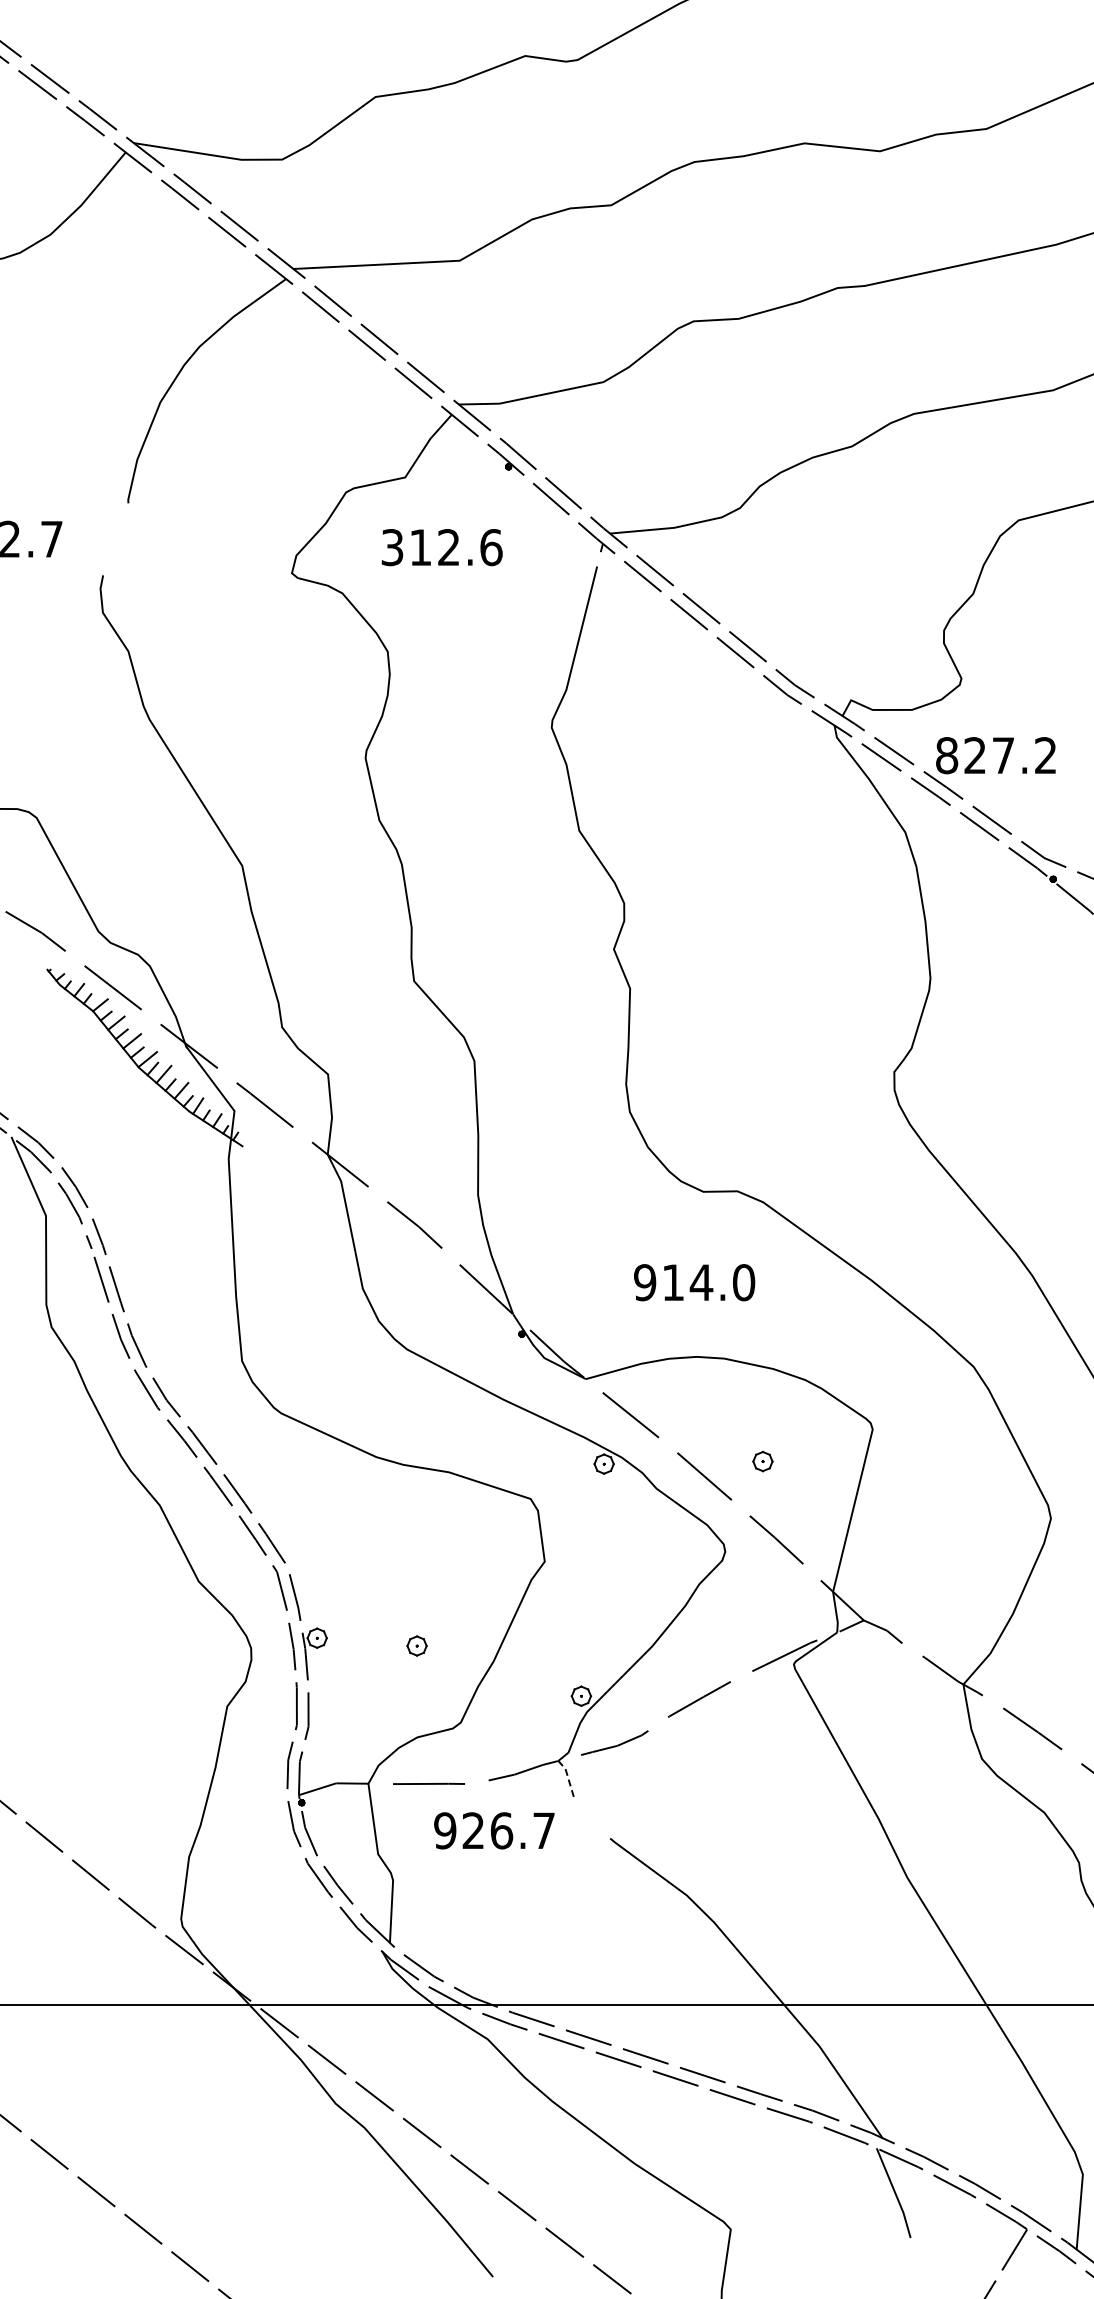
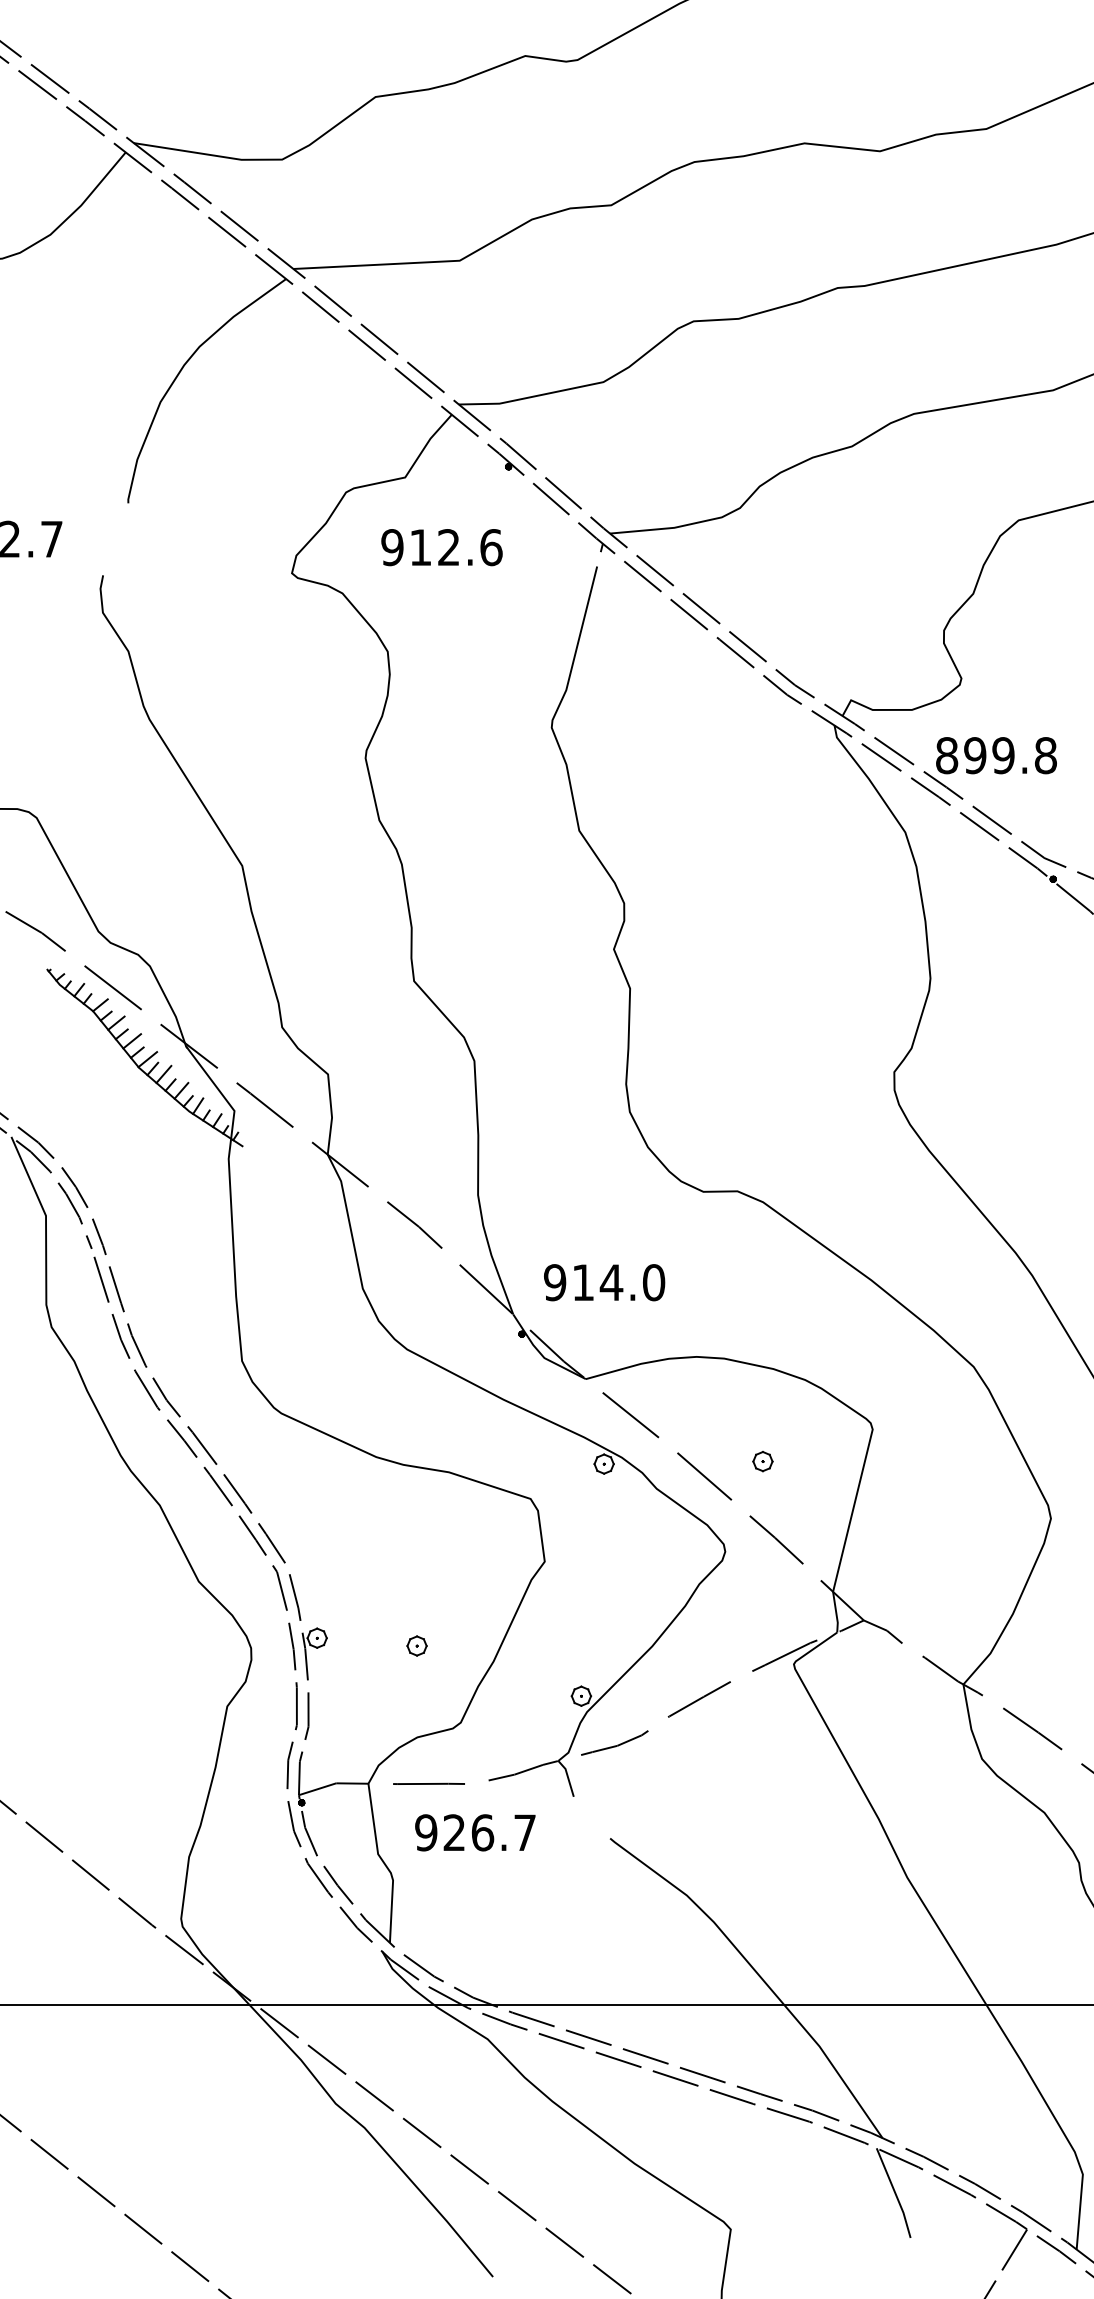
text at (392, 547): 312.6 -> 912.6
text at (1010, 755): 827.2 -> 899.8
text at (694, 1282) position: (694, 1282) -> (604, 1282)
line at (568, 1777): dashed -> solid
text at (494, 1830) position: (494, 1830) -> (475, 1832)
